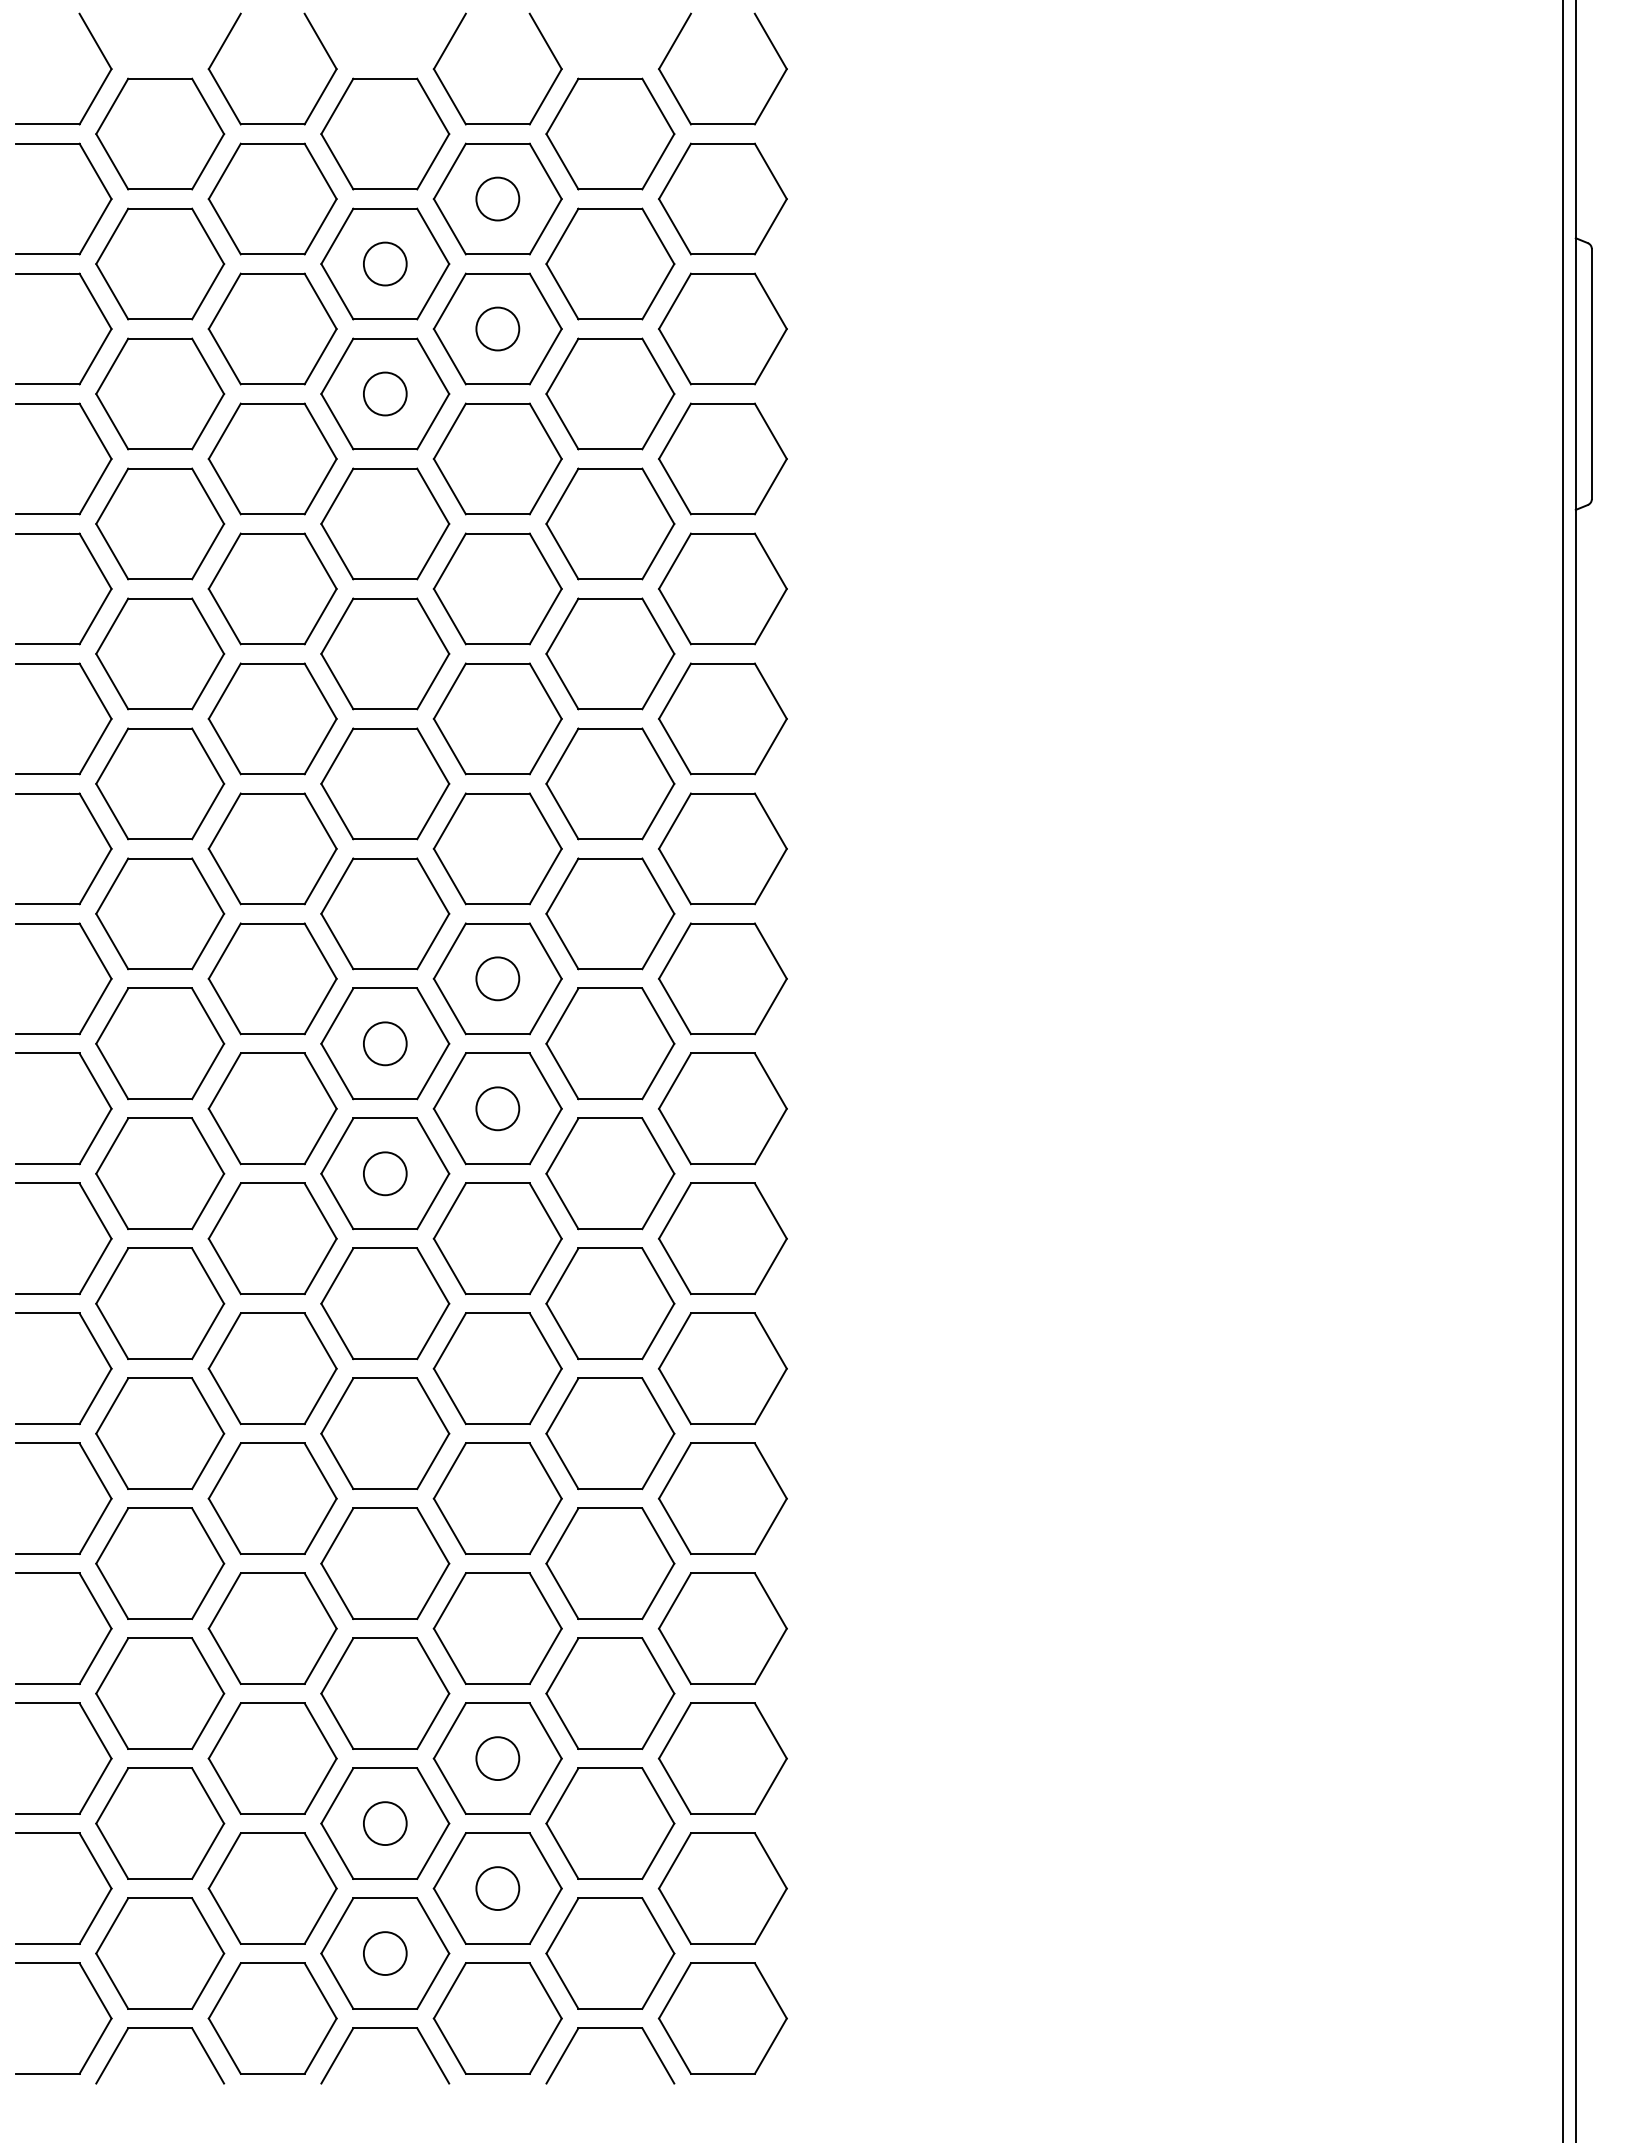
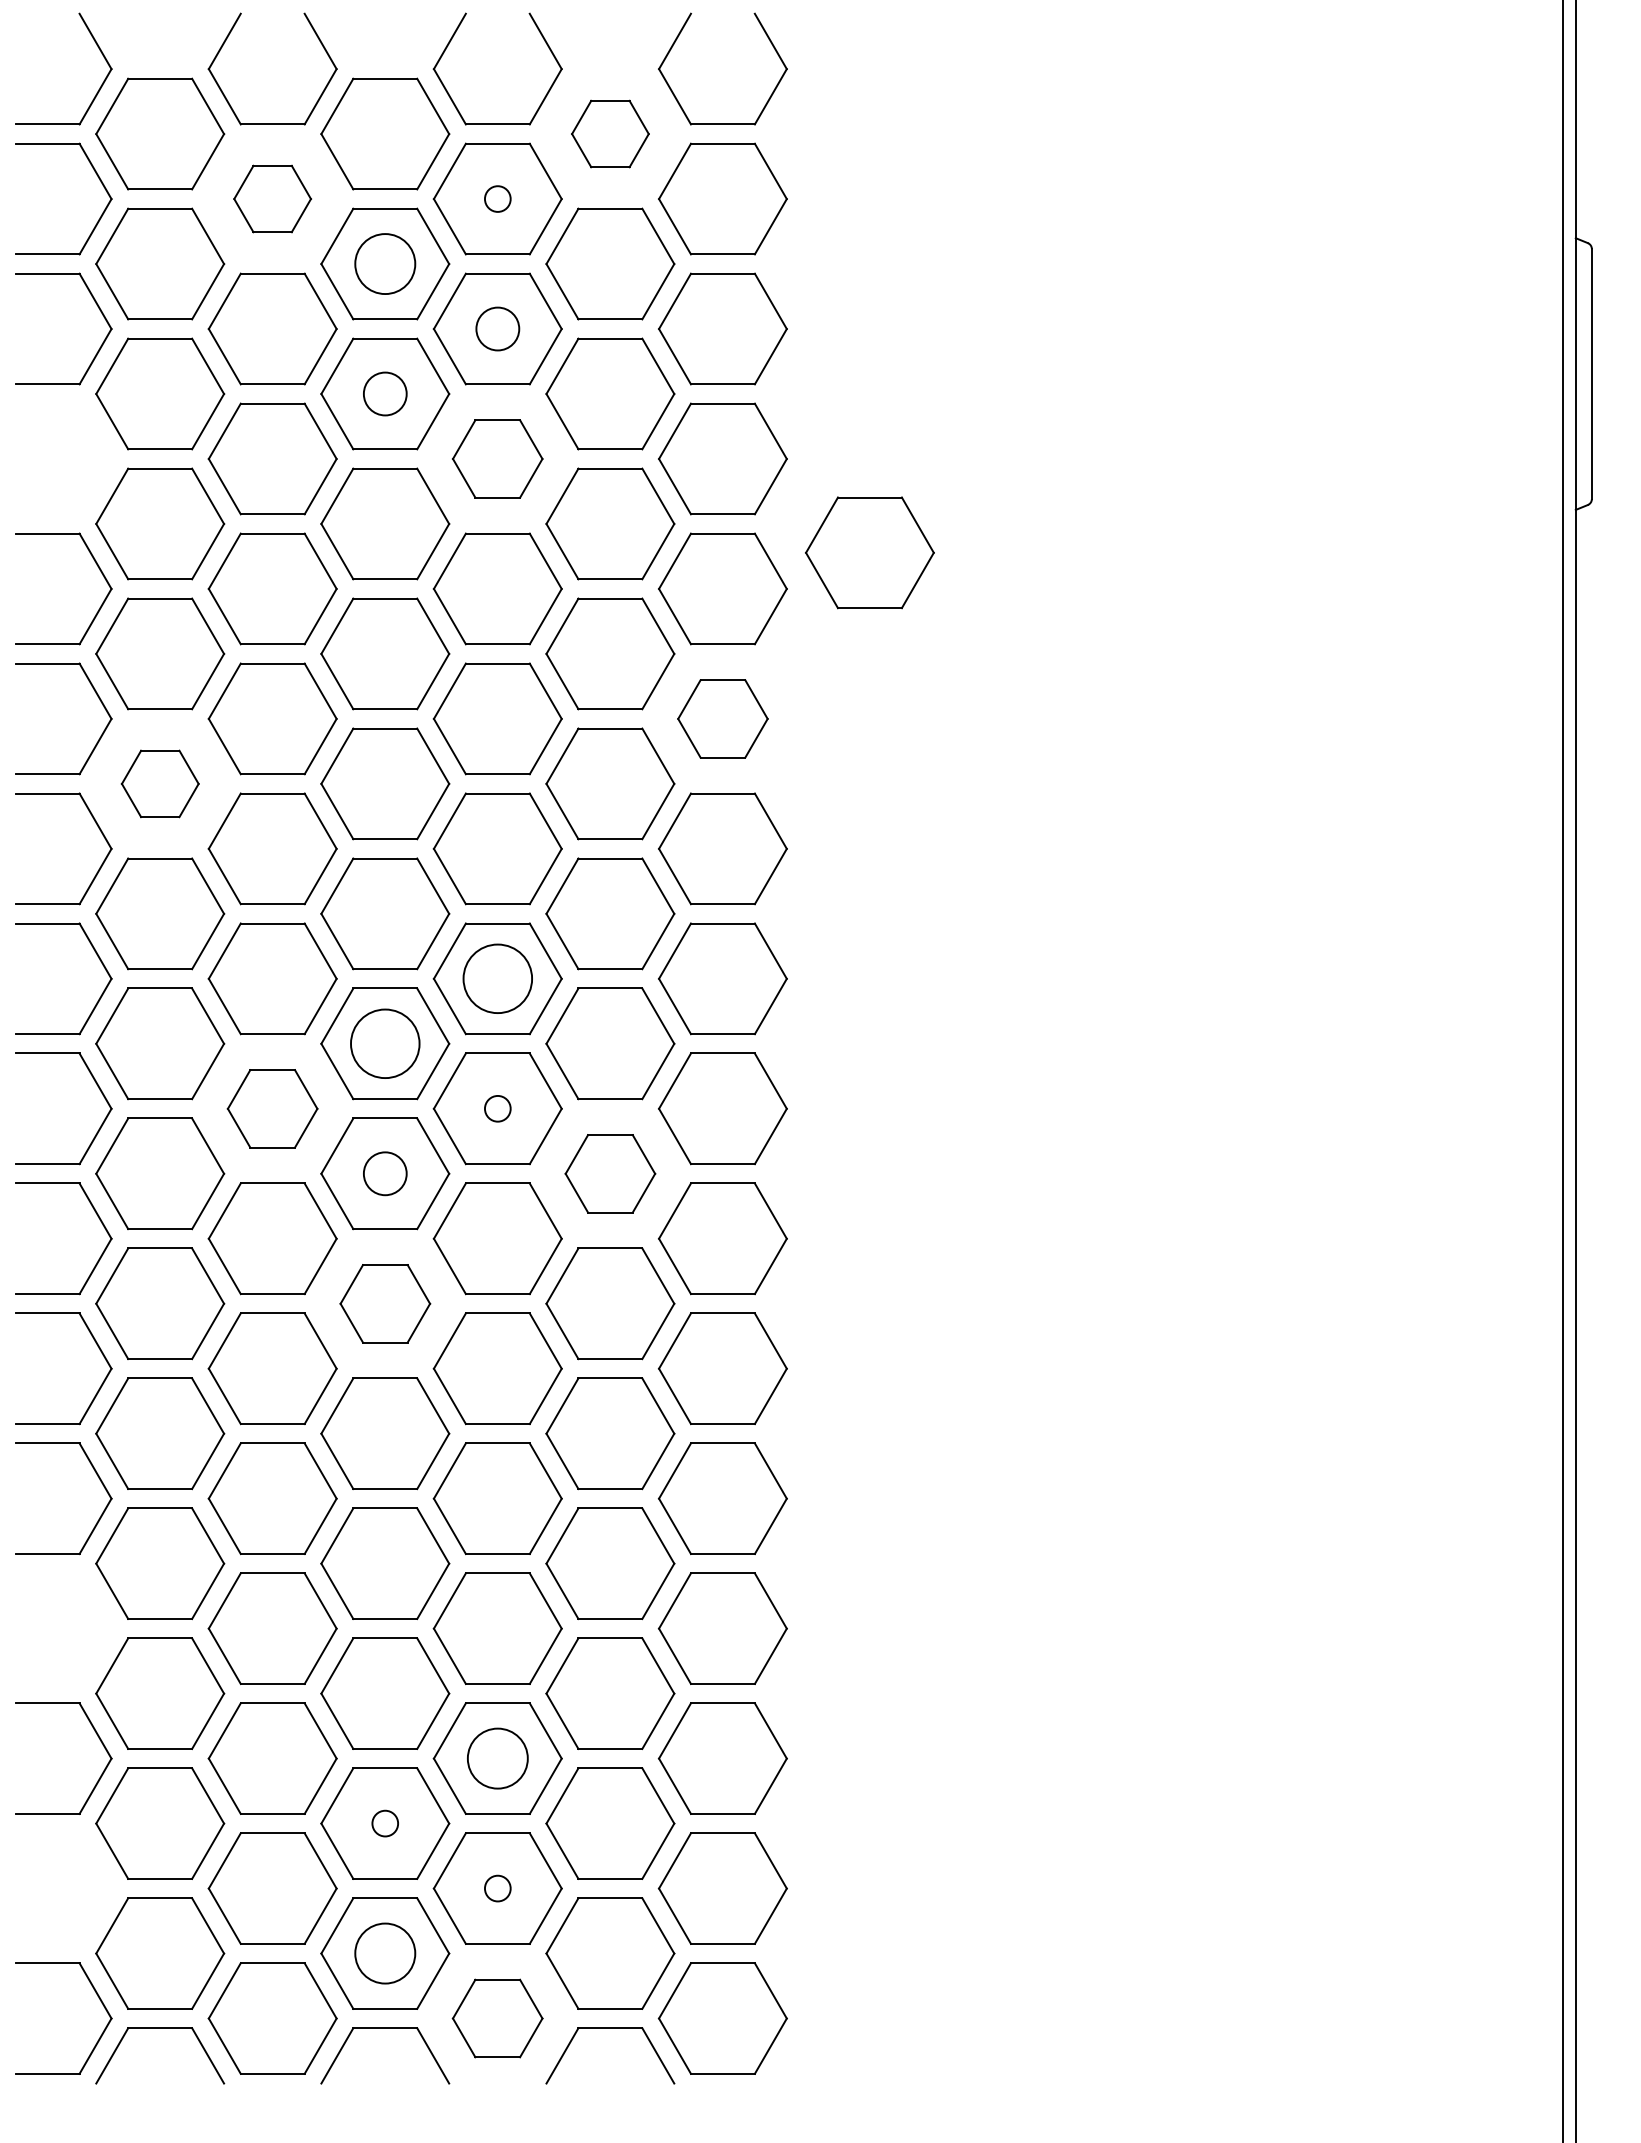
part at (610, 133) size: 131x114 px -> 79x70 px
part at (272, 198) size: 131x114 px -> 79x70 px
circle at (497, 198) diameter: 43 px -> 26 px
circle at (384, 263) diameter: 43 px -> 60 px
part at (96, 435): present -> none
part at (497, 458) size: 131x114 px -> 92x80 px
part at (869, 552): none -> present
part at (722, 718) size: 130x114 px -> 92x80 px
part at (160, 783) size: 131x114 px -> 80x70 px
circle at (497, 978) diameter: 43 px -> 69 px
circle at (384, 1043) diameter: 43 px -> 69 px
part at (272, 1108) size: 131x114 px -> 93x80 px
circle at (497, 1108) diameter: 43 px -> 26 px
part at (610, 1173) size: 131x114 px -> 93x80 px
part at (385, 1303) size: 131x114 px -> 93x80 px
part at (98, 1608): present -> none
circle at (497, 1758) diameter: 43 px -> 60 px
circle at (384, 1823) diameter: 43 px -> 26 px
part at (98, 1868): present -> none
circle at (497, 1888) diameter: 43 px -> 26 px
circle at (384, 1953) diameter: 43 px -> 60 px
part at (497, 2018) size: 131x113 px -> 93x81 px
